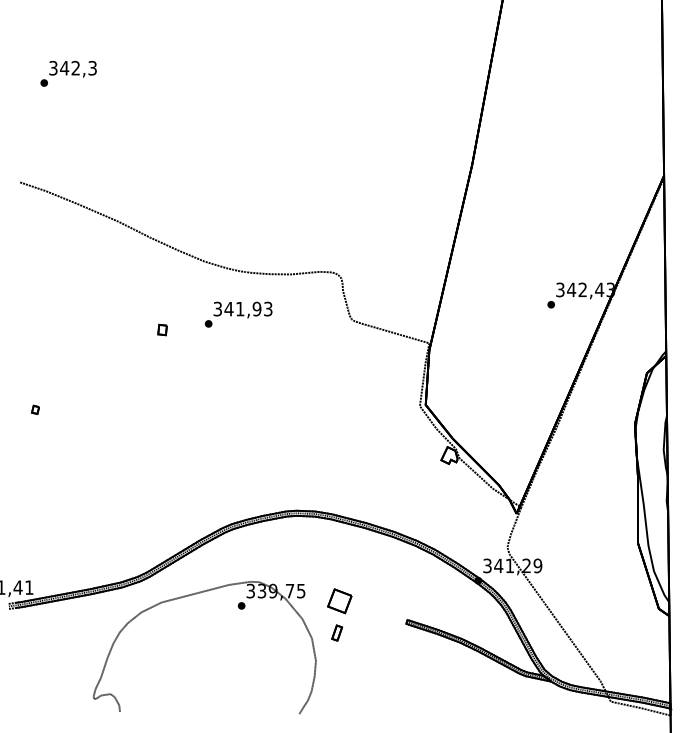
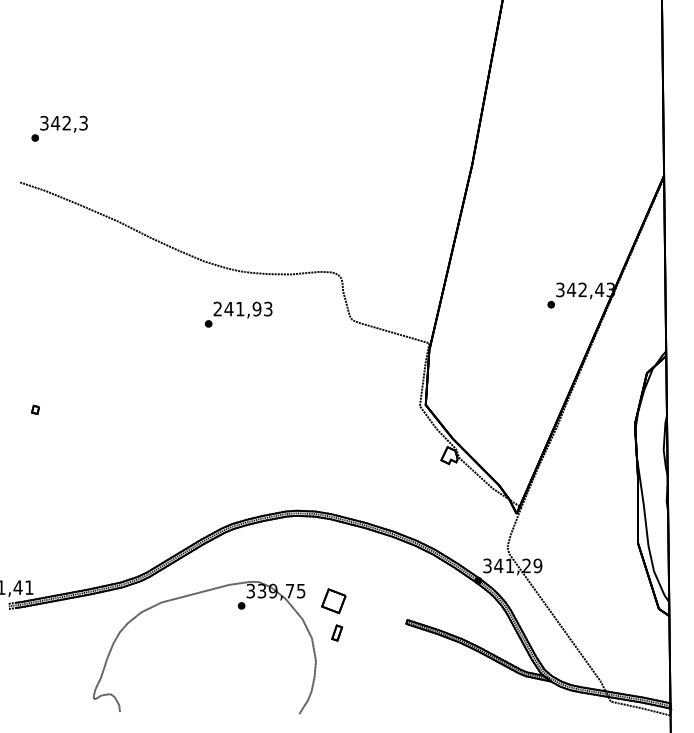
text at (68, 73) position: (68, 73) -> (59, 128)
text at (217, 309): 341,93 -> 241,93
part at (162, 329): present -> none
part at (339, 601) position: (339, 601) -> (333, 601)
